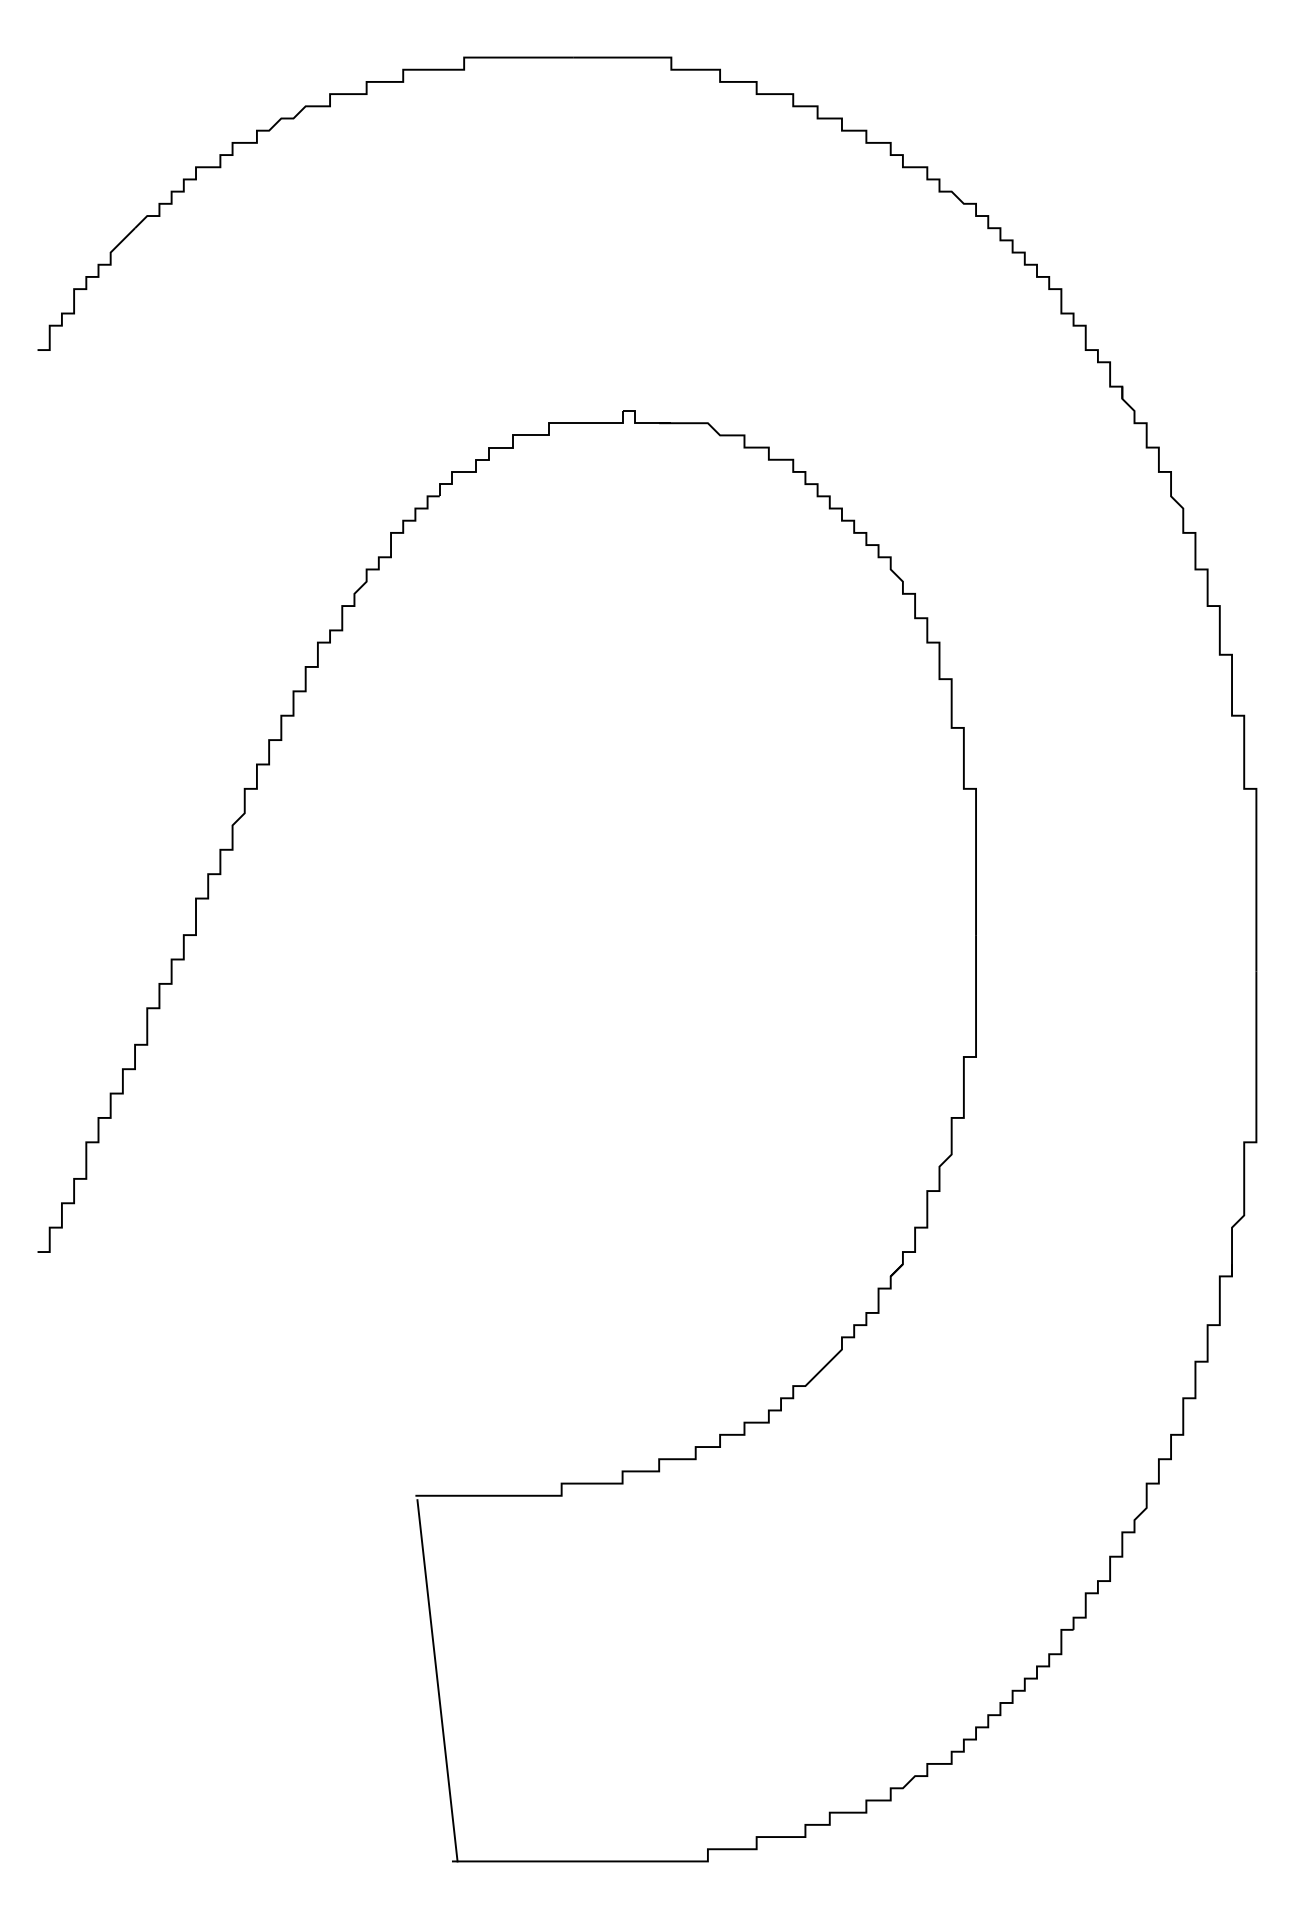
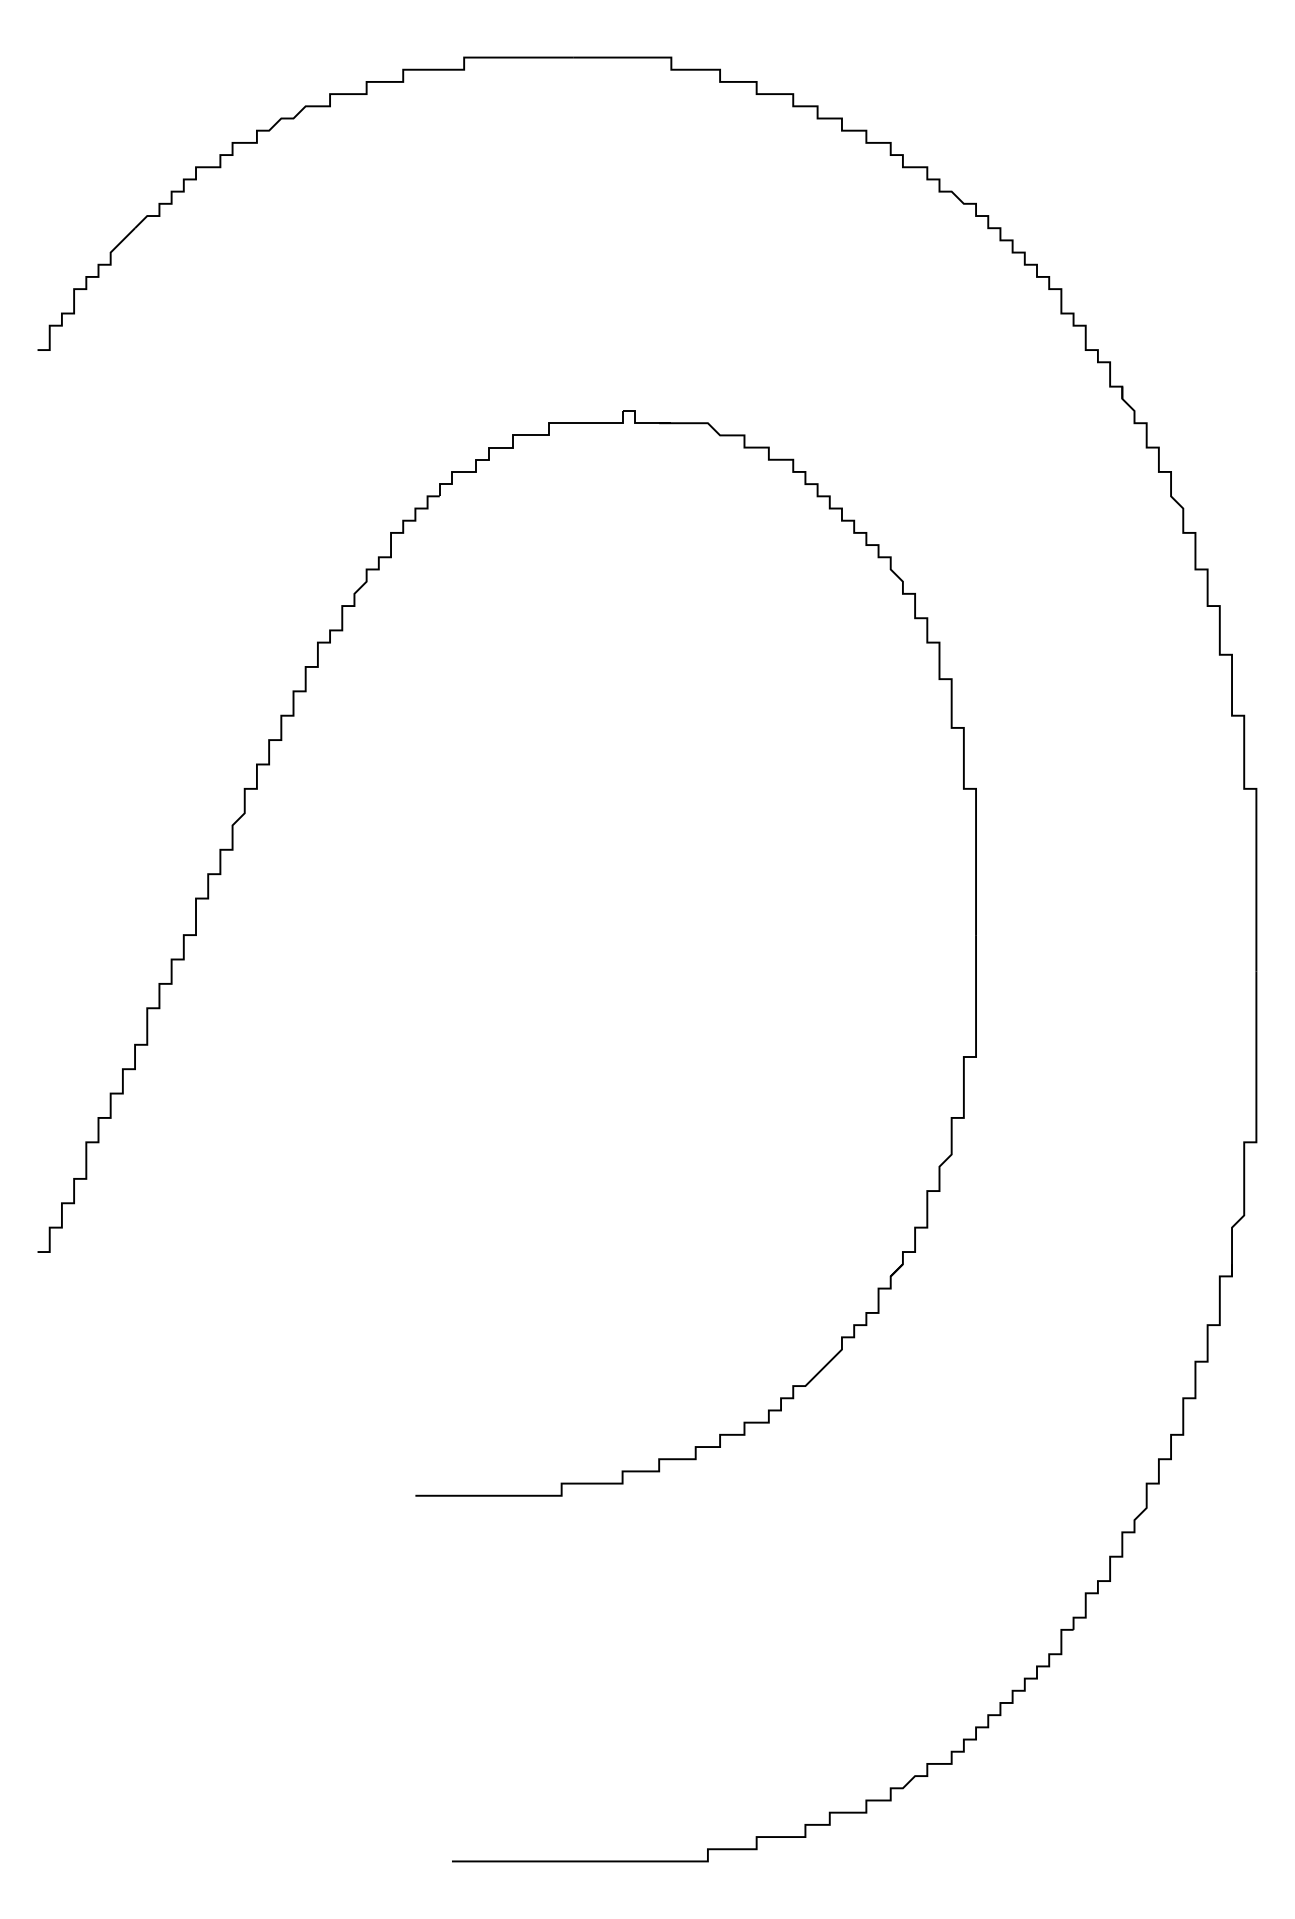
line at (437, 1680): present -> none
